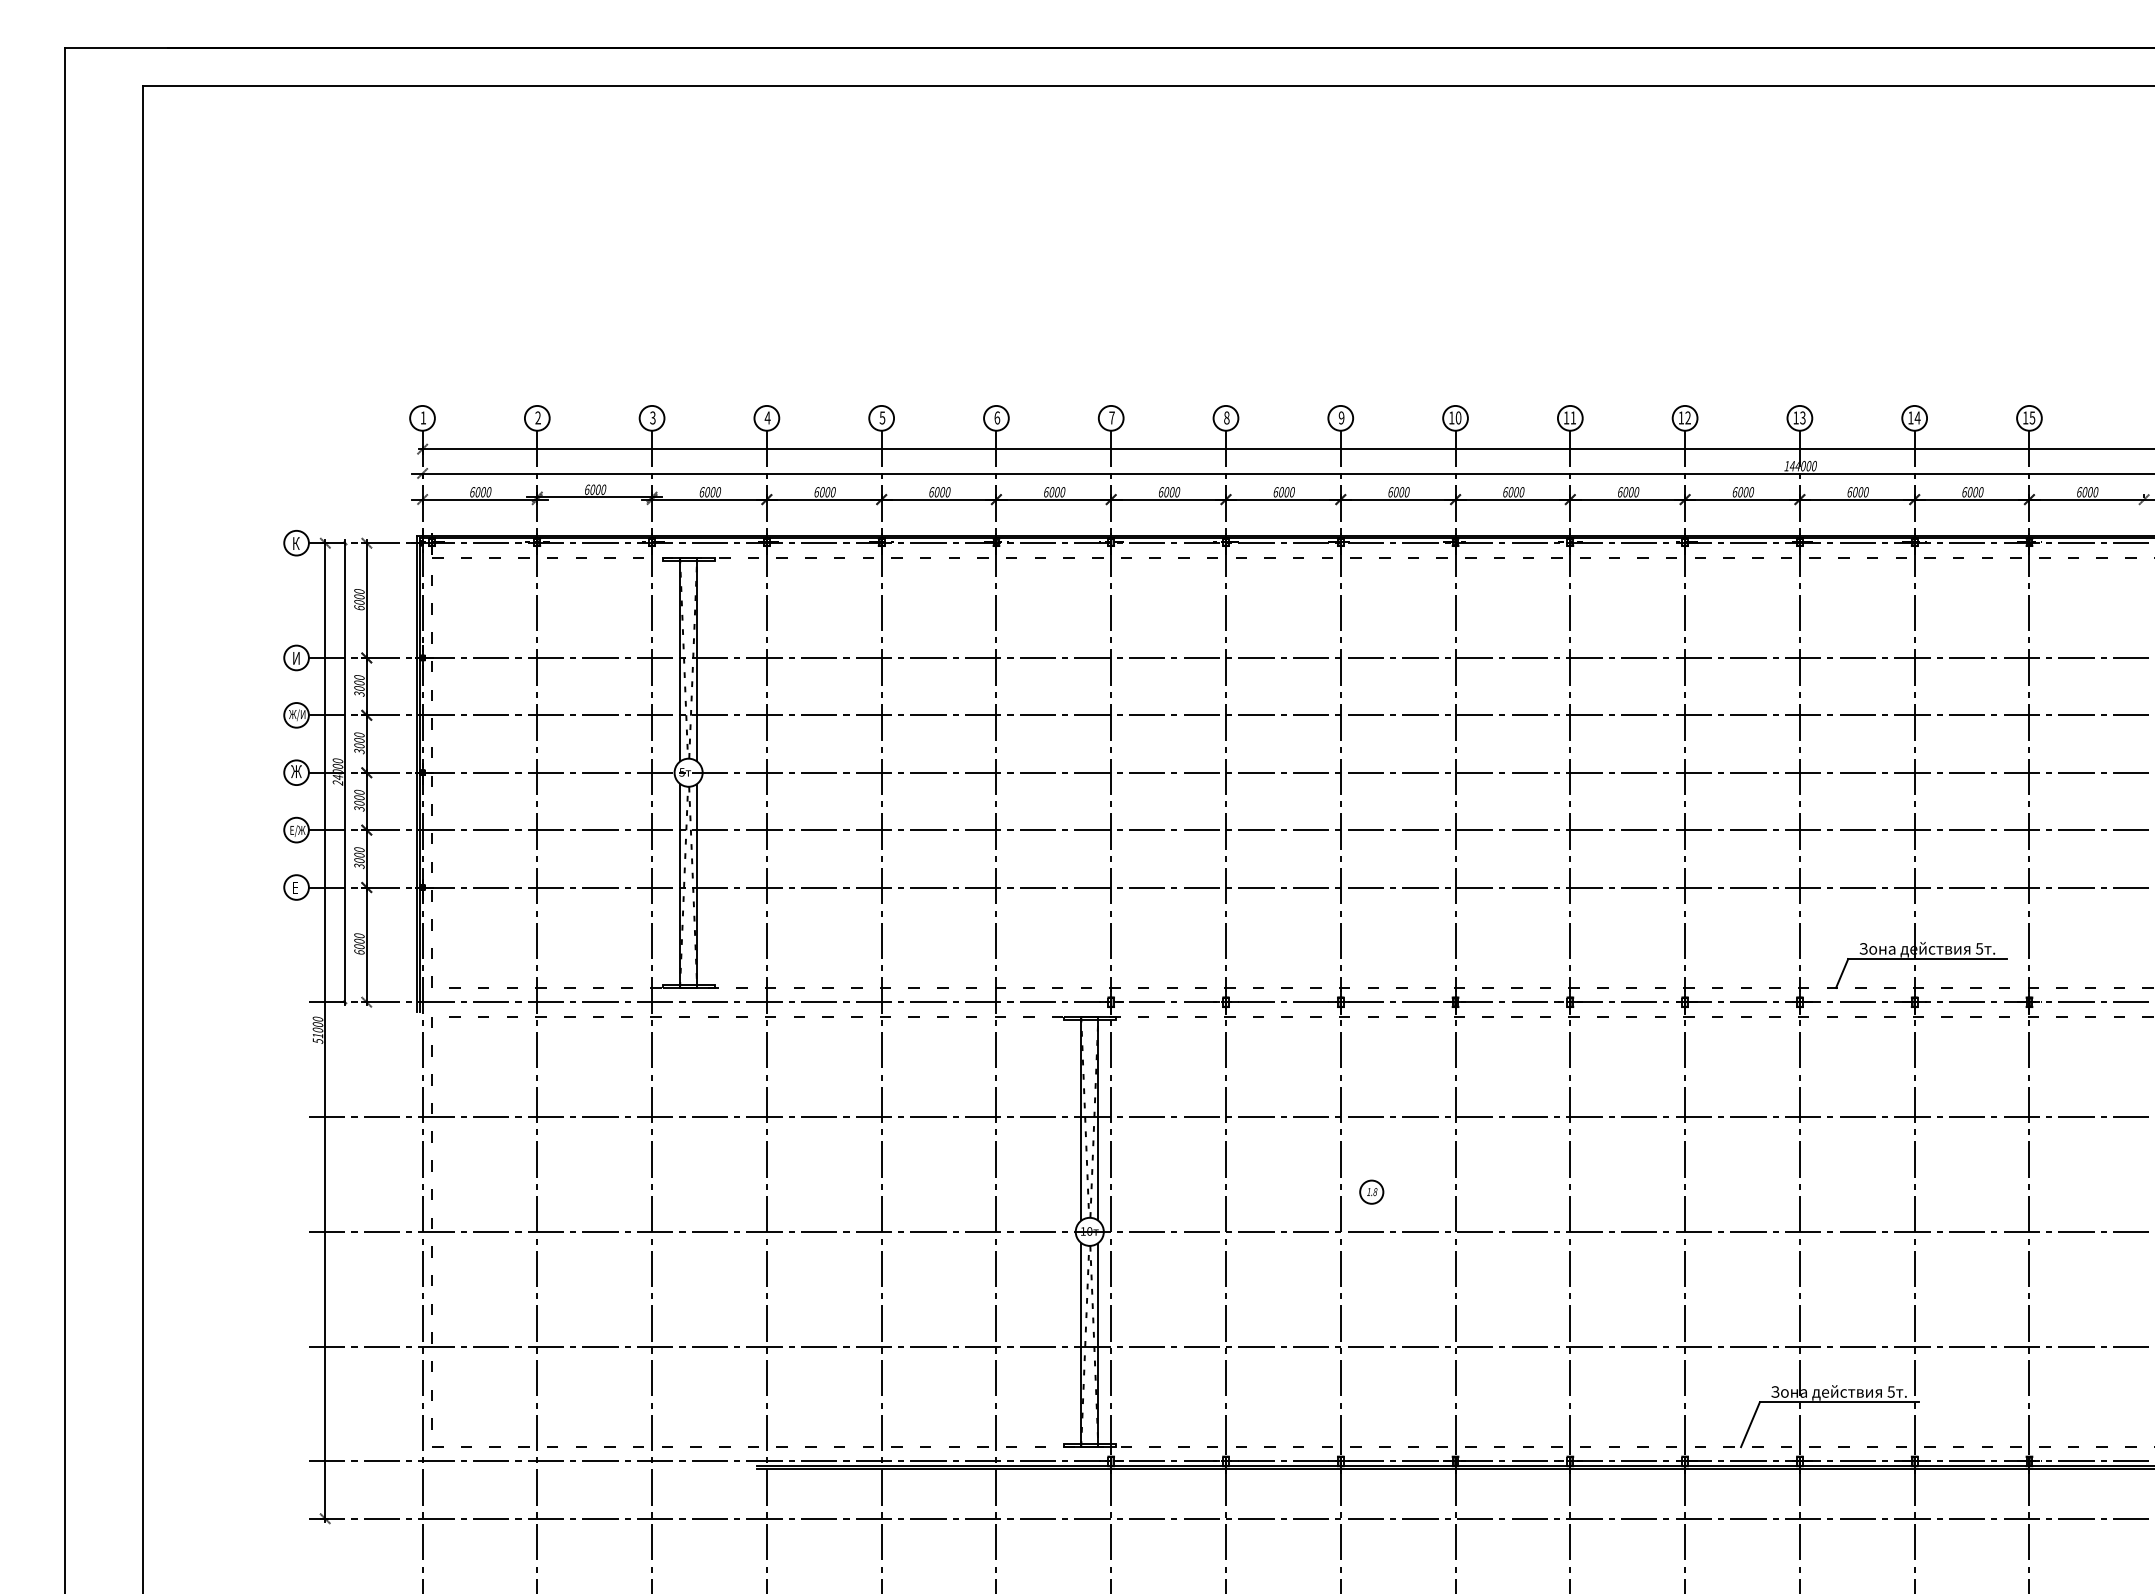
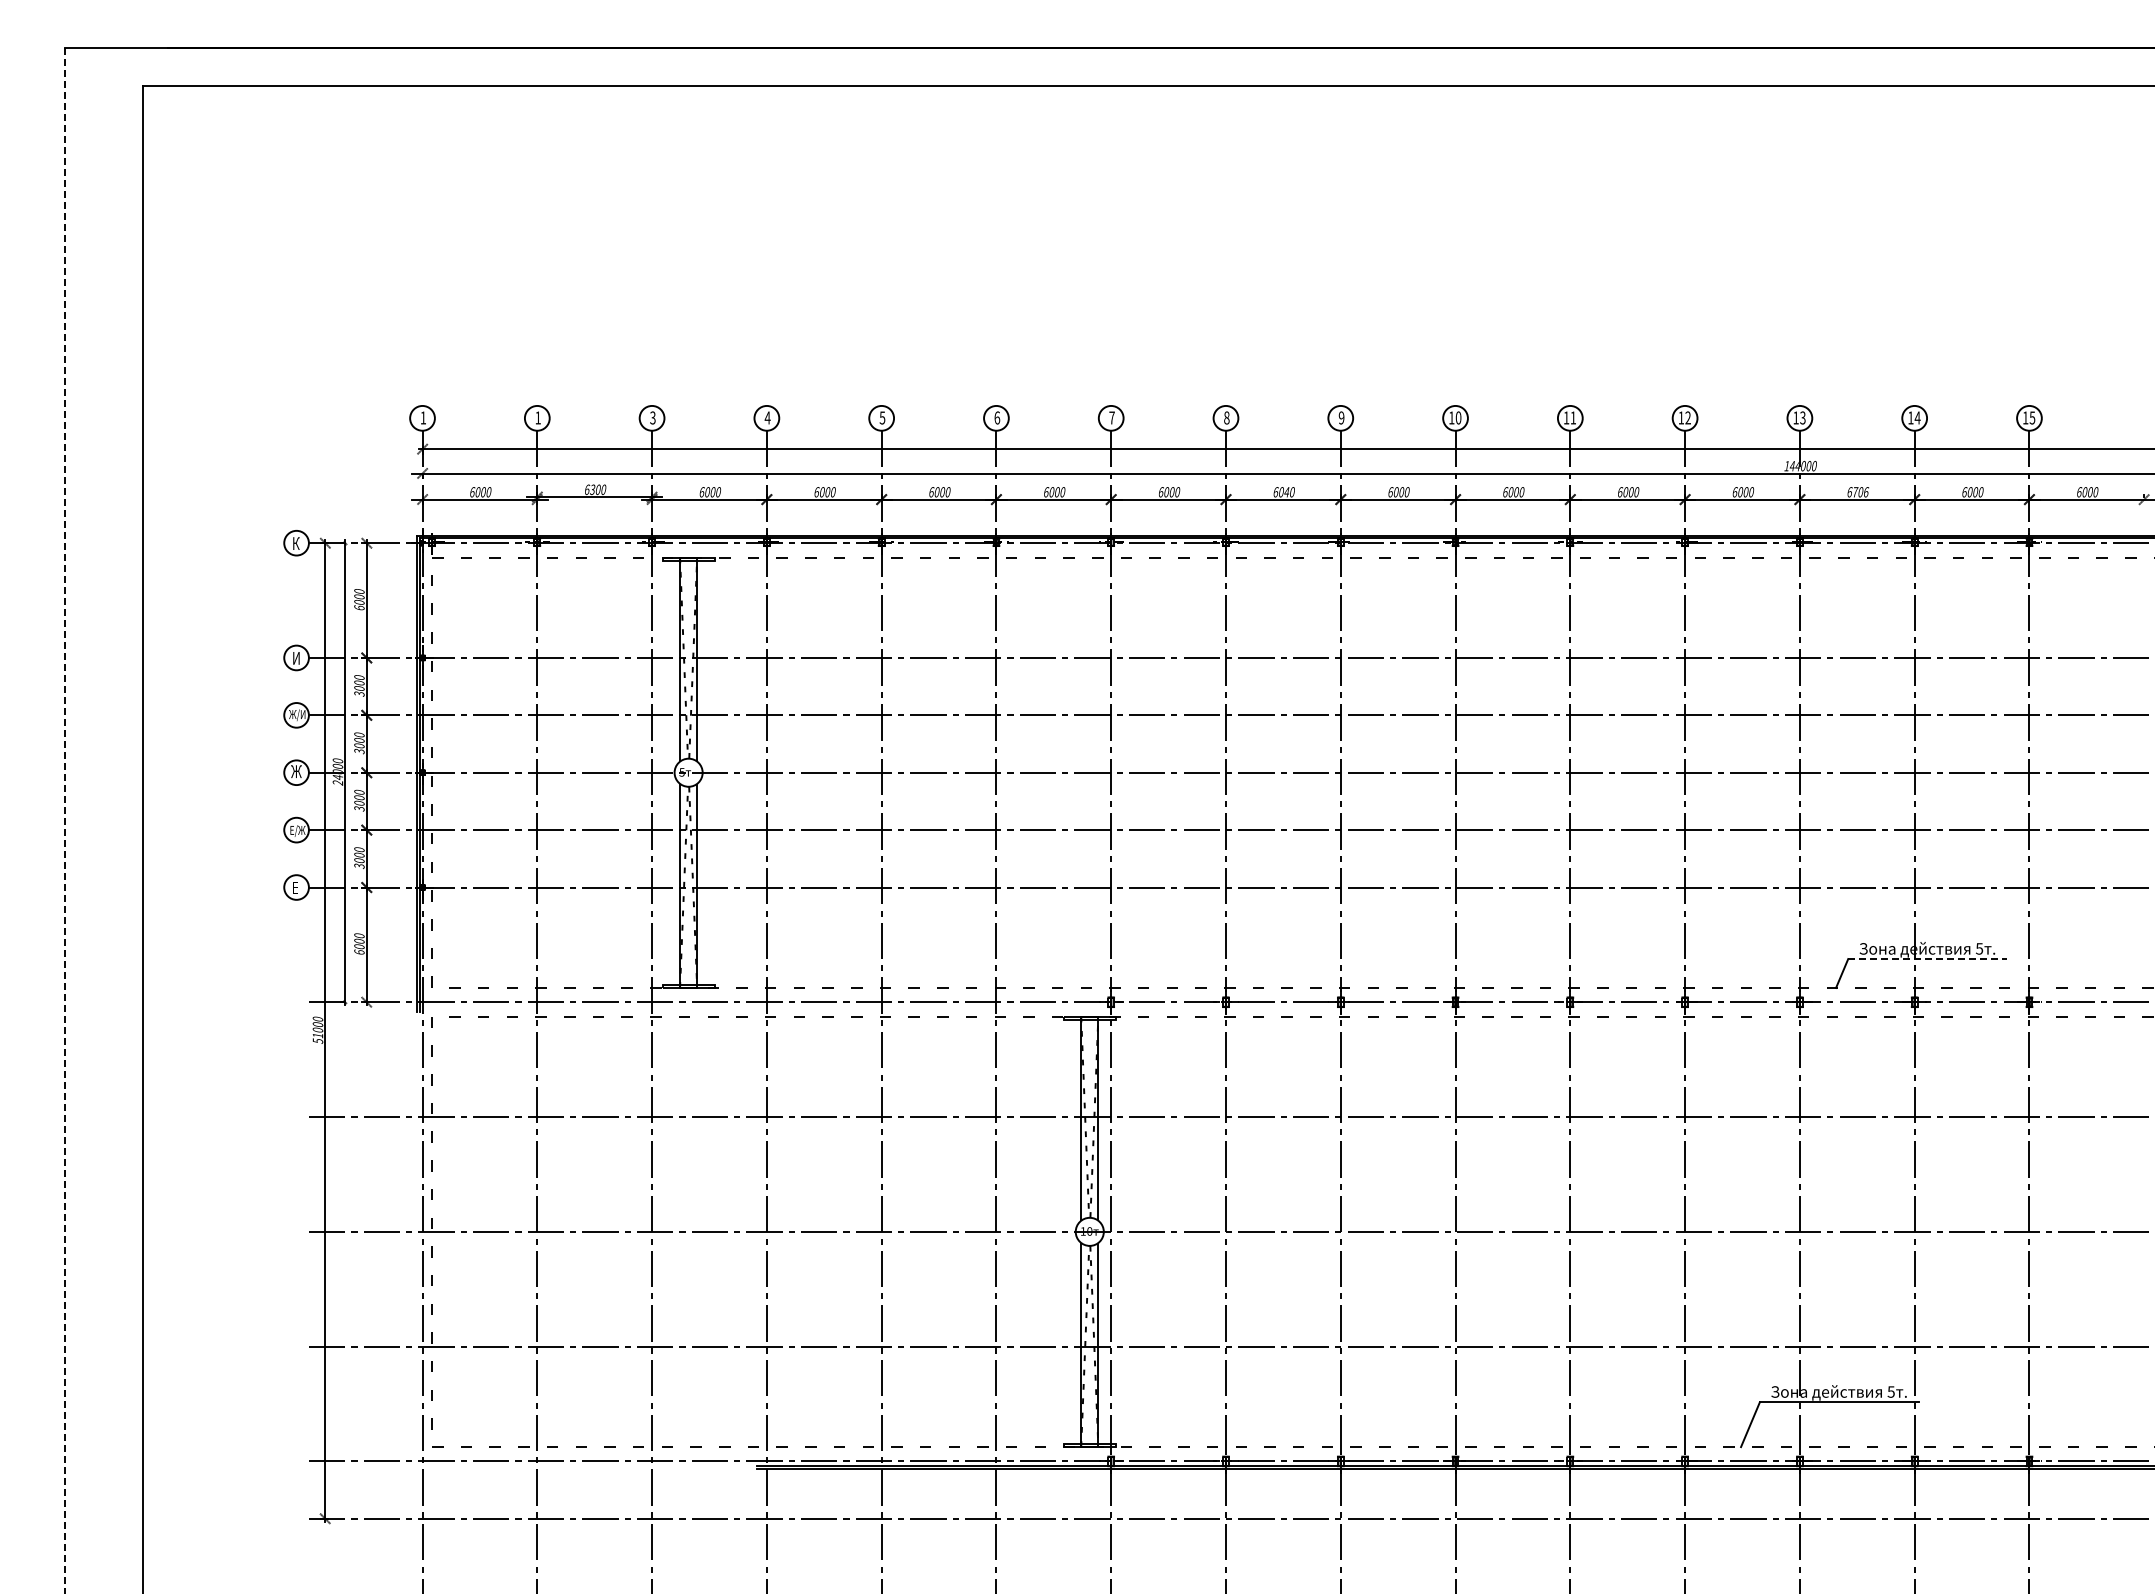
text at (537, 417): 2 -> 1
text at (592, 489): 6000 -> 6300
text at (1286, 492): 6000 -> 6040
text at (1861, 492): 6000 -> 6706
line at (64, 820): solid -> dashed
line at (1928, 959): solid -> dashed
part at (1371, 1191): present -> none
